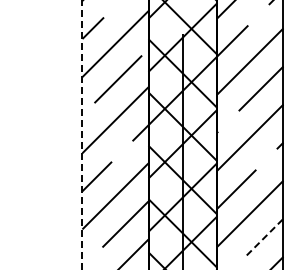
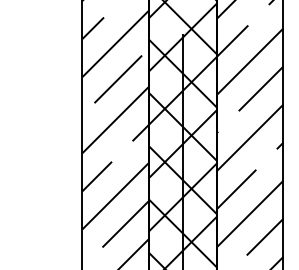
line at (82, 134): dashed -> solid
line at (265, 237): dashed -> solid
